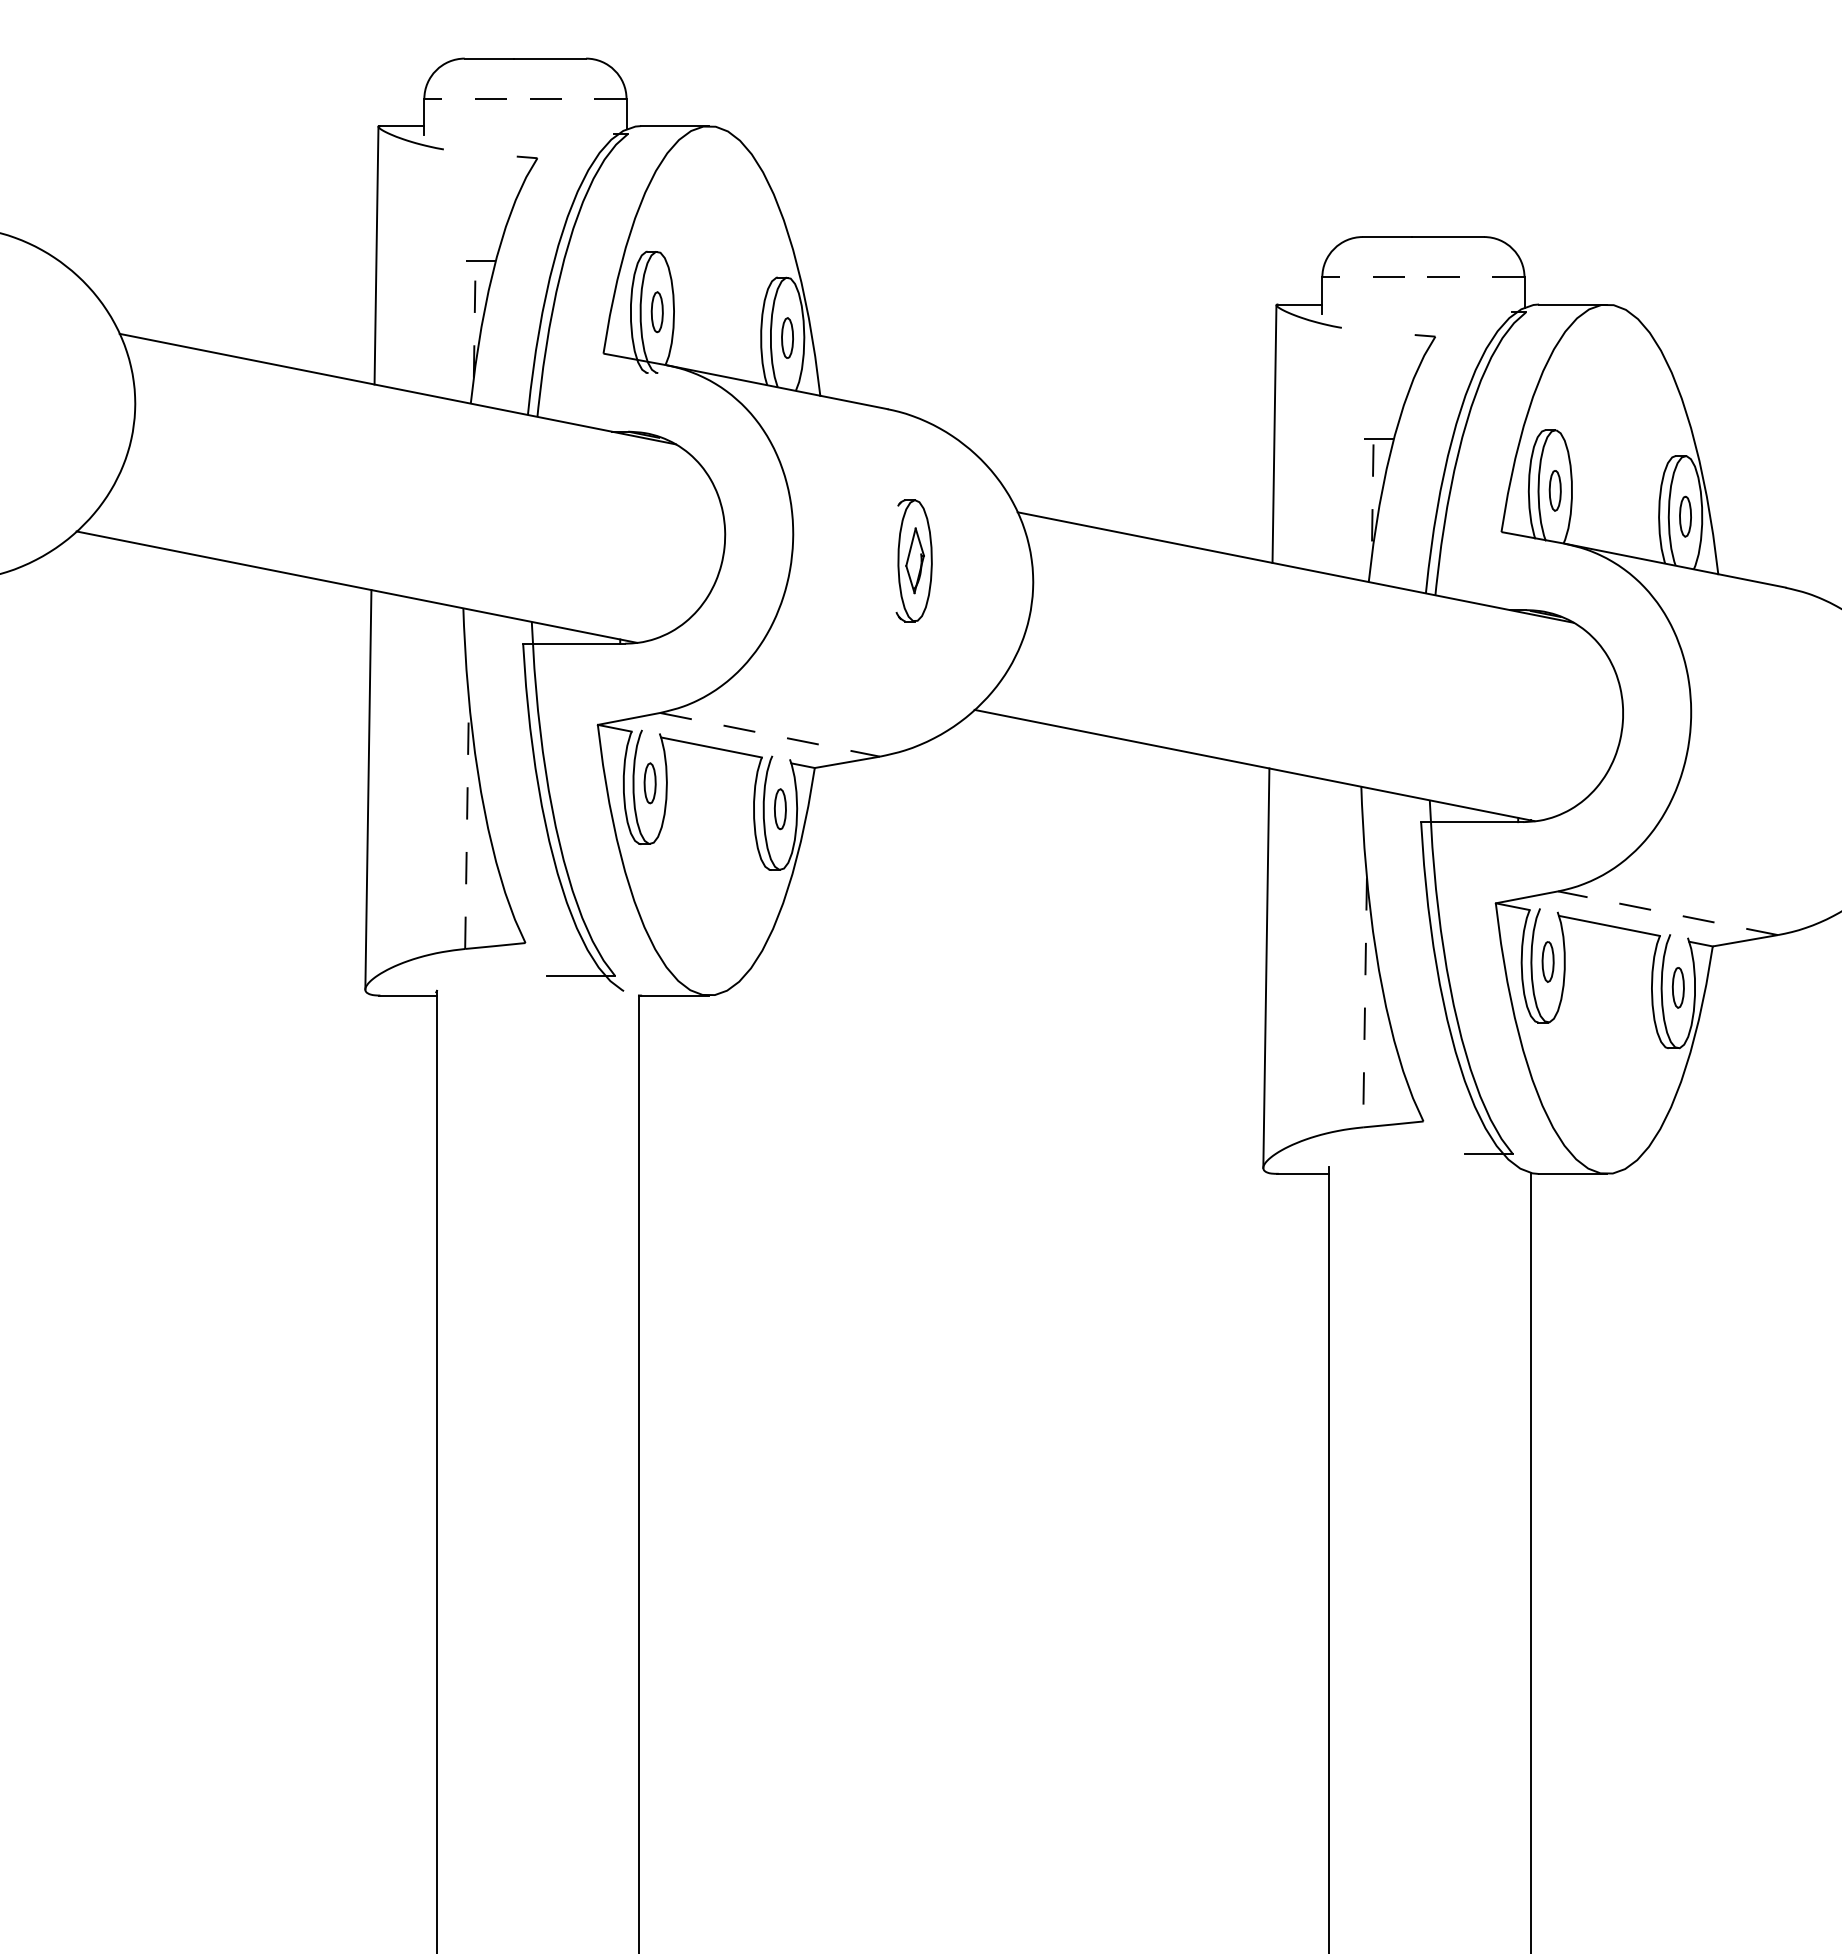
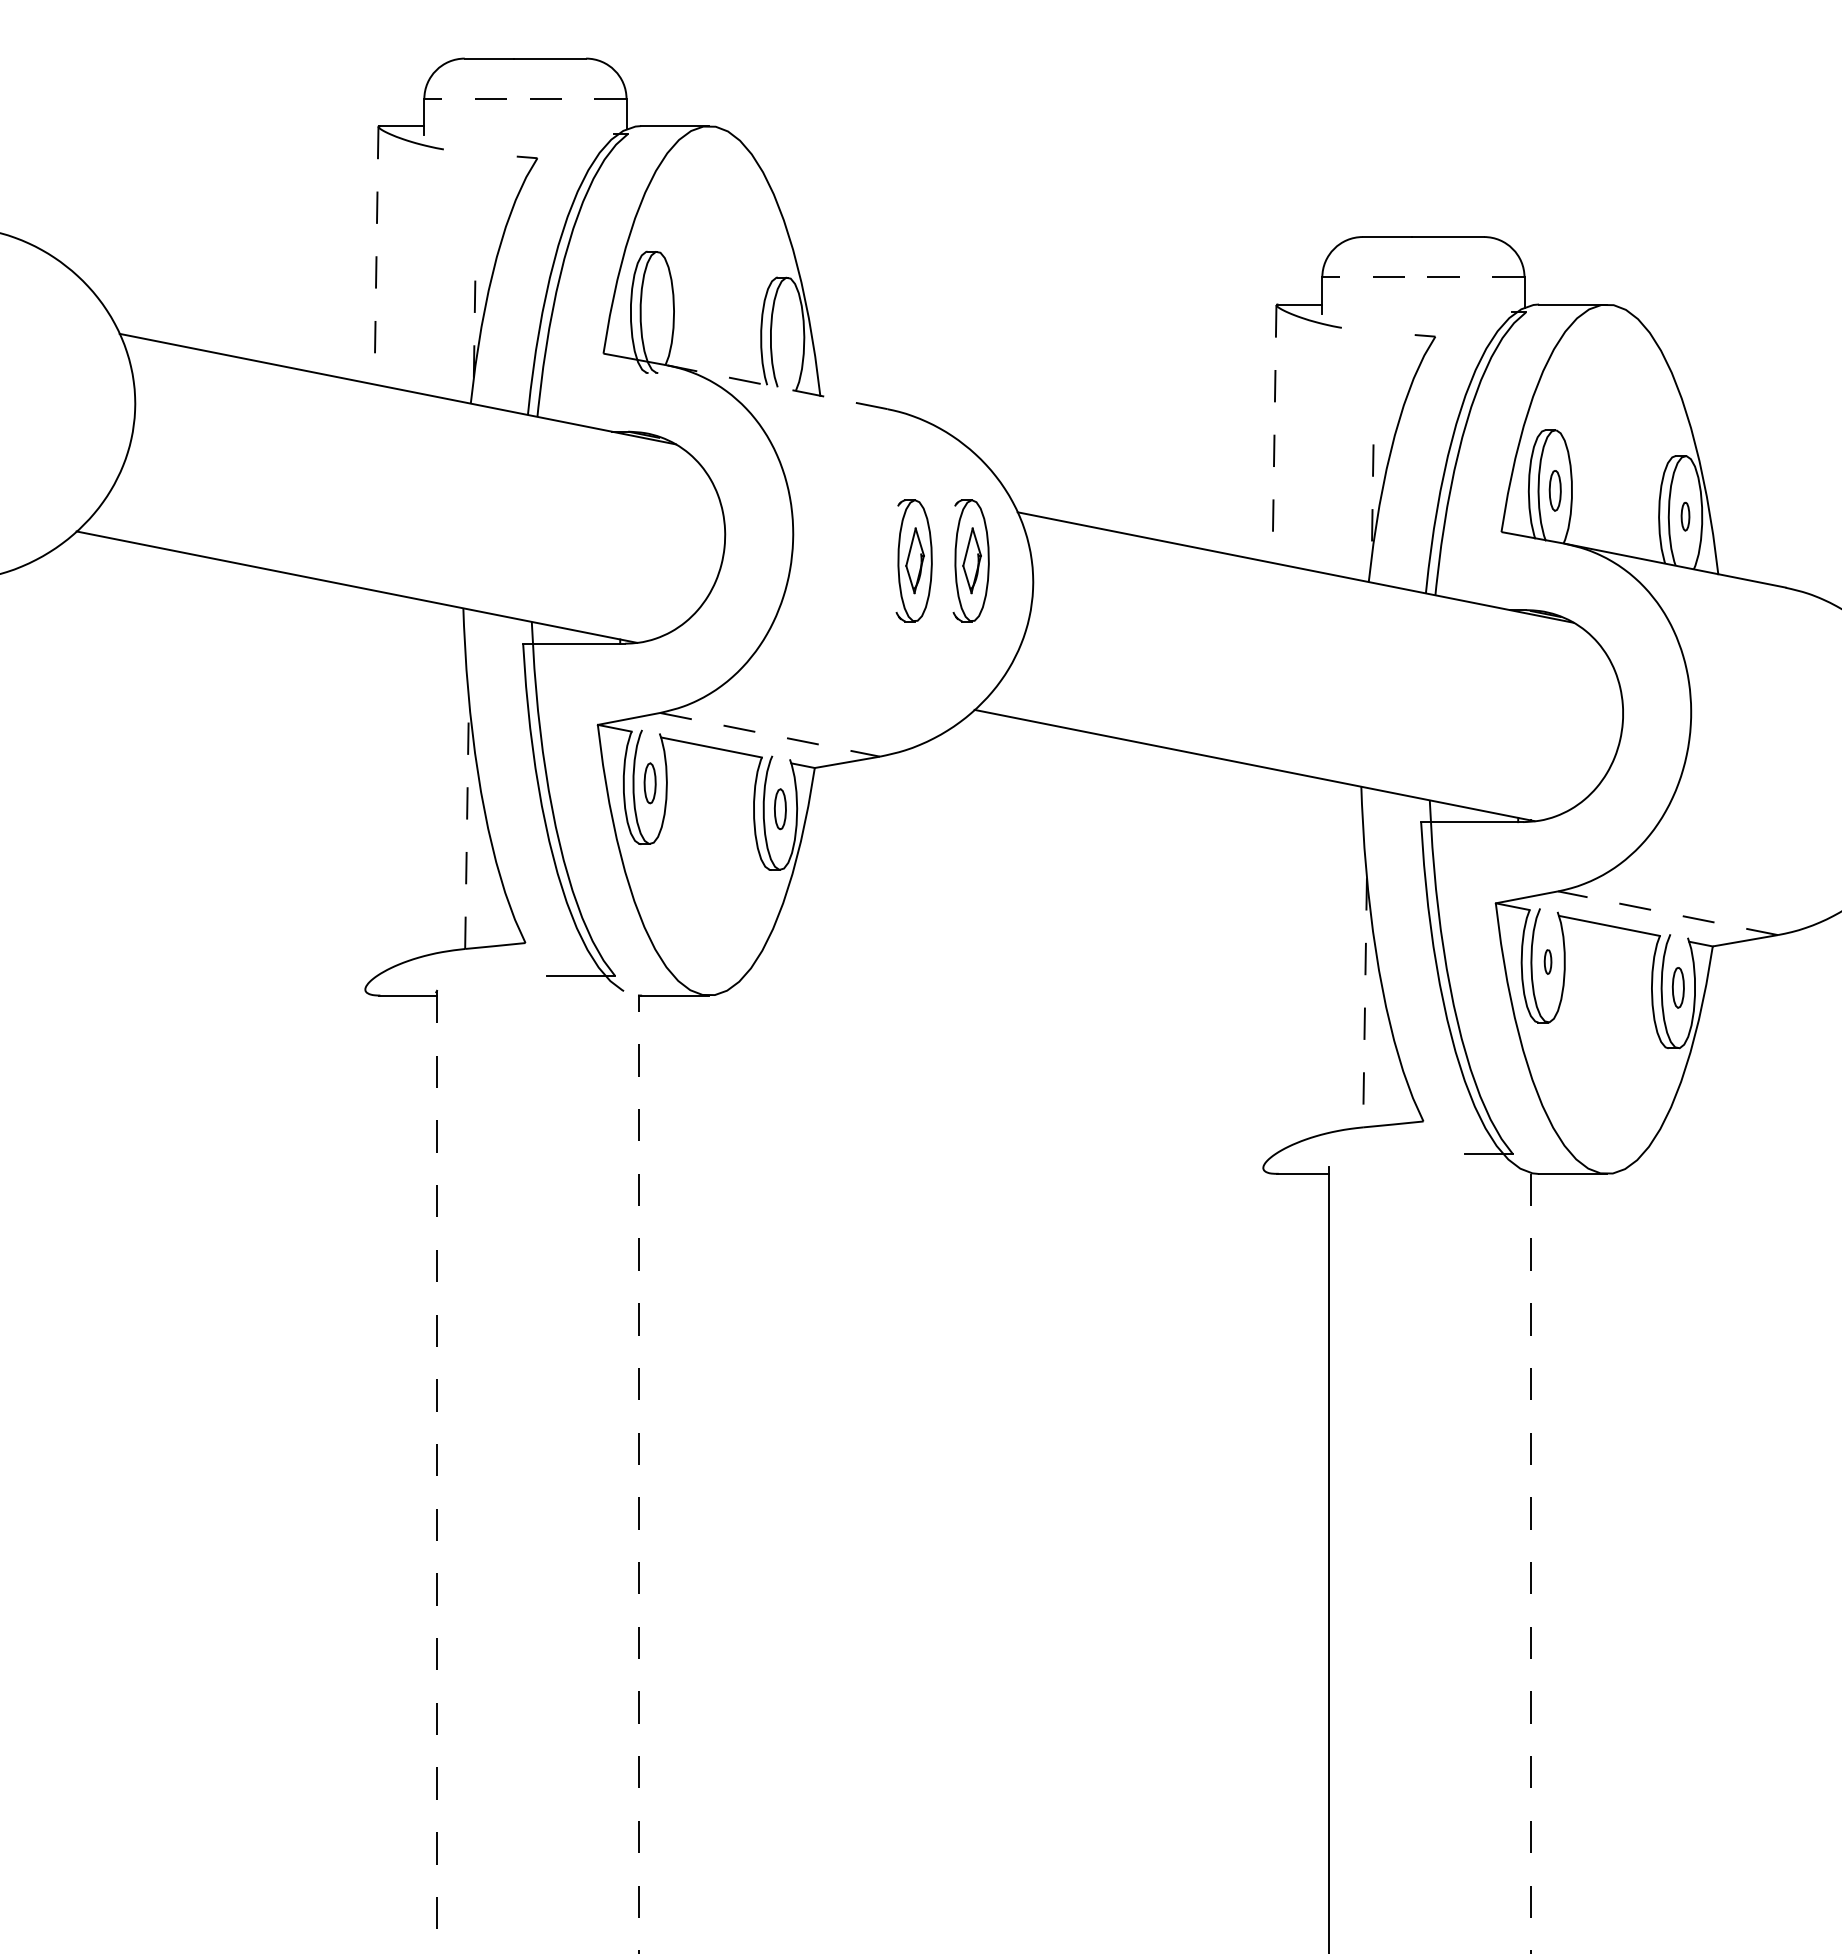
line at (376, 255): solid -> dashed
line at (480, 260): present -> none
part at (656, 312): present -> none
part at (787, 337): present -> none
line at (777, 387): solid -> dashed
line at (1274, 434): solid -> dashed
line at (1378, 439): present -> none
part at (1685, 516) size: 13x43 px -> 11x31 px
part at (970, 560): none -> present
line at (368, 789): present -> none
part at (1547, 961) size: 14x42 px -> 10x26 px
line at (1266, 967): present -> none
line at (436, 1472): solid -> dashed
line at (638, 1474): solid -> dashed
line at (1530, 1562): solid -> dashed
